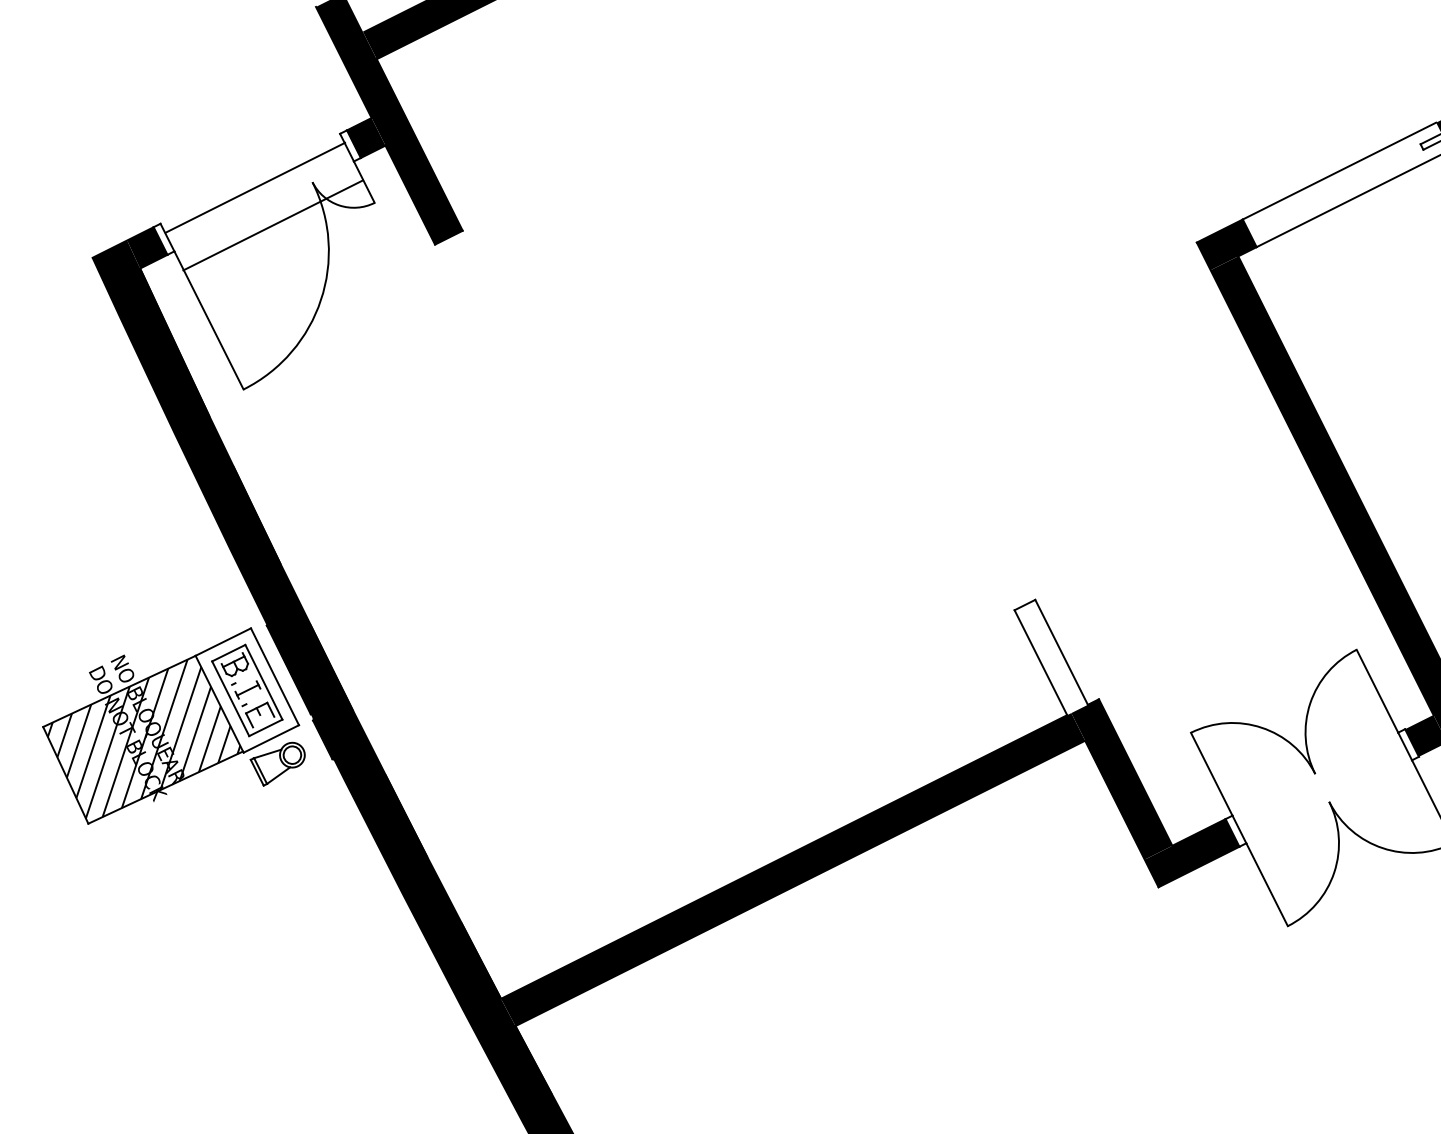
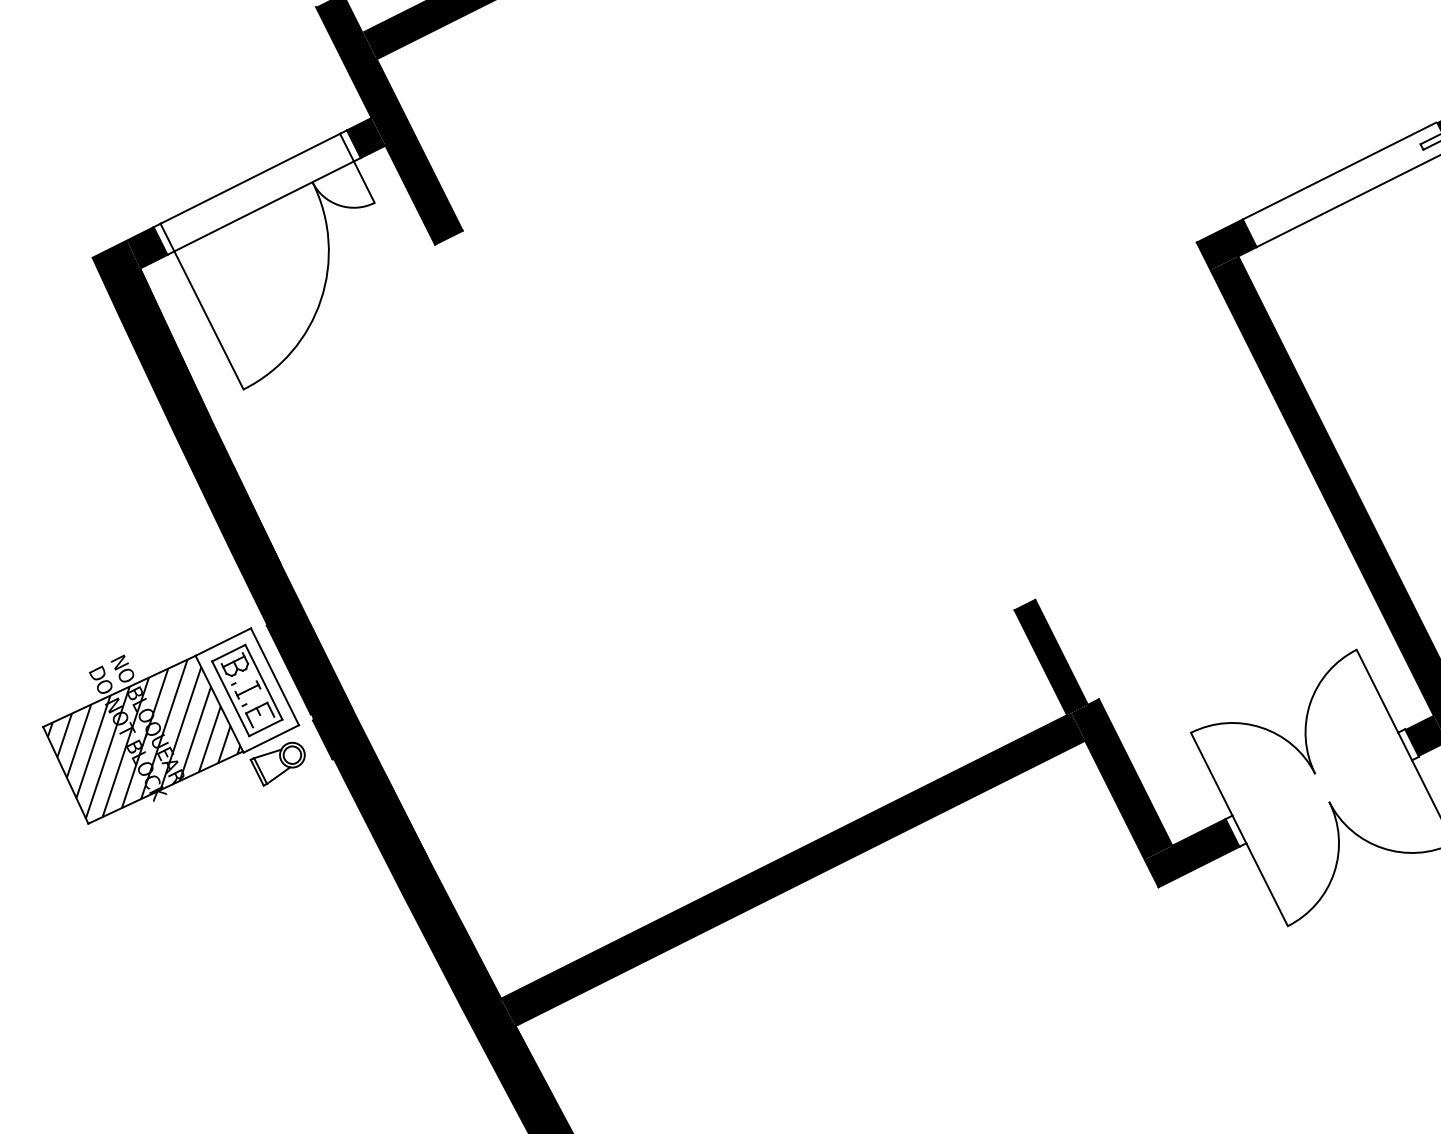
line at (255, 187) position: (255, 187) -> (250, 178)
line at (272, 225) position: (272, 225) -> (263, 206)
fill at (1050, 657): none -> present
